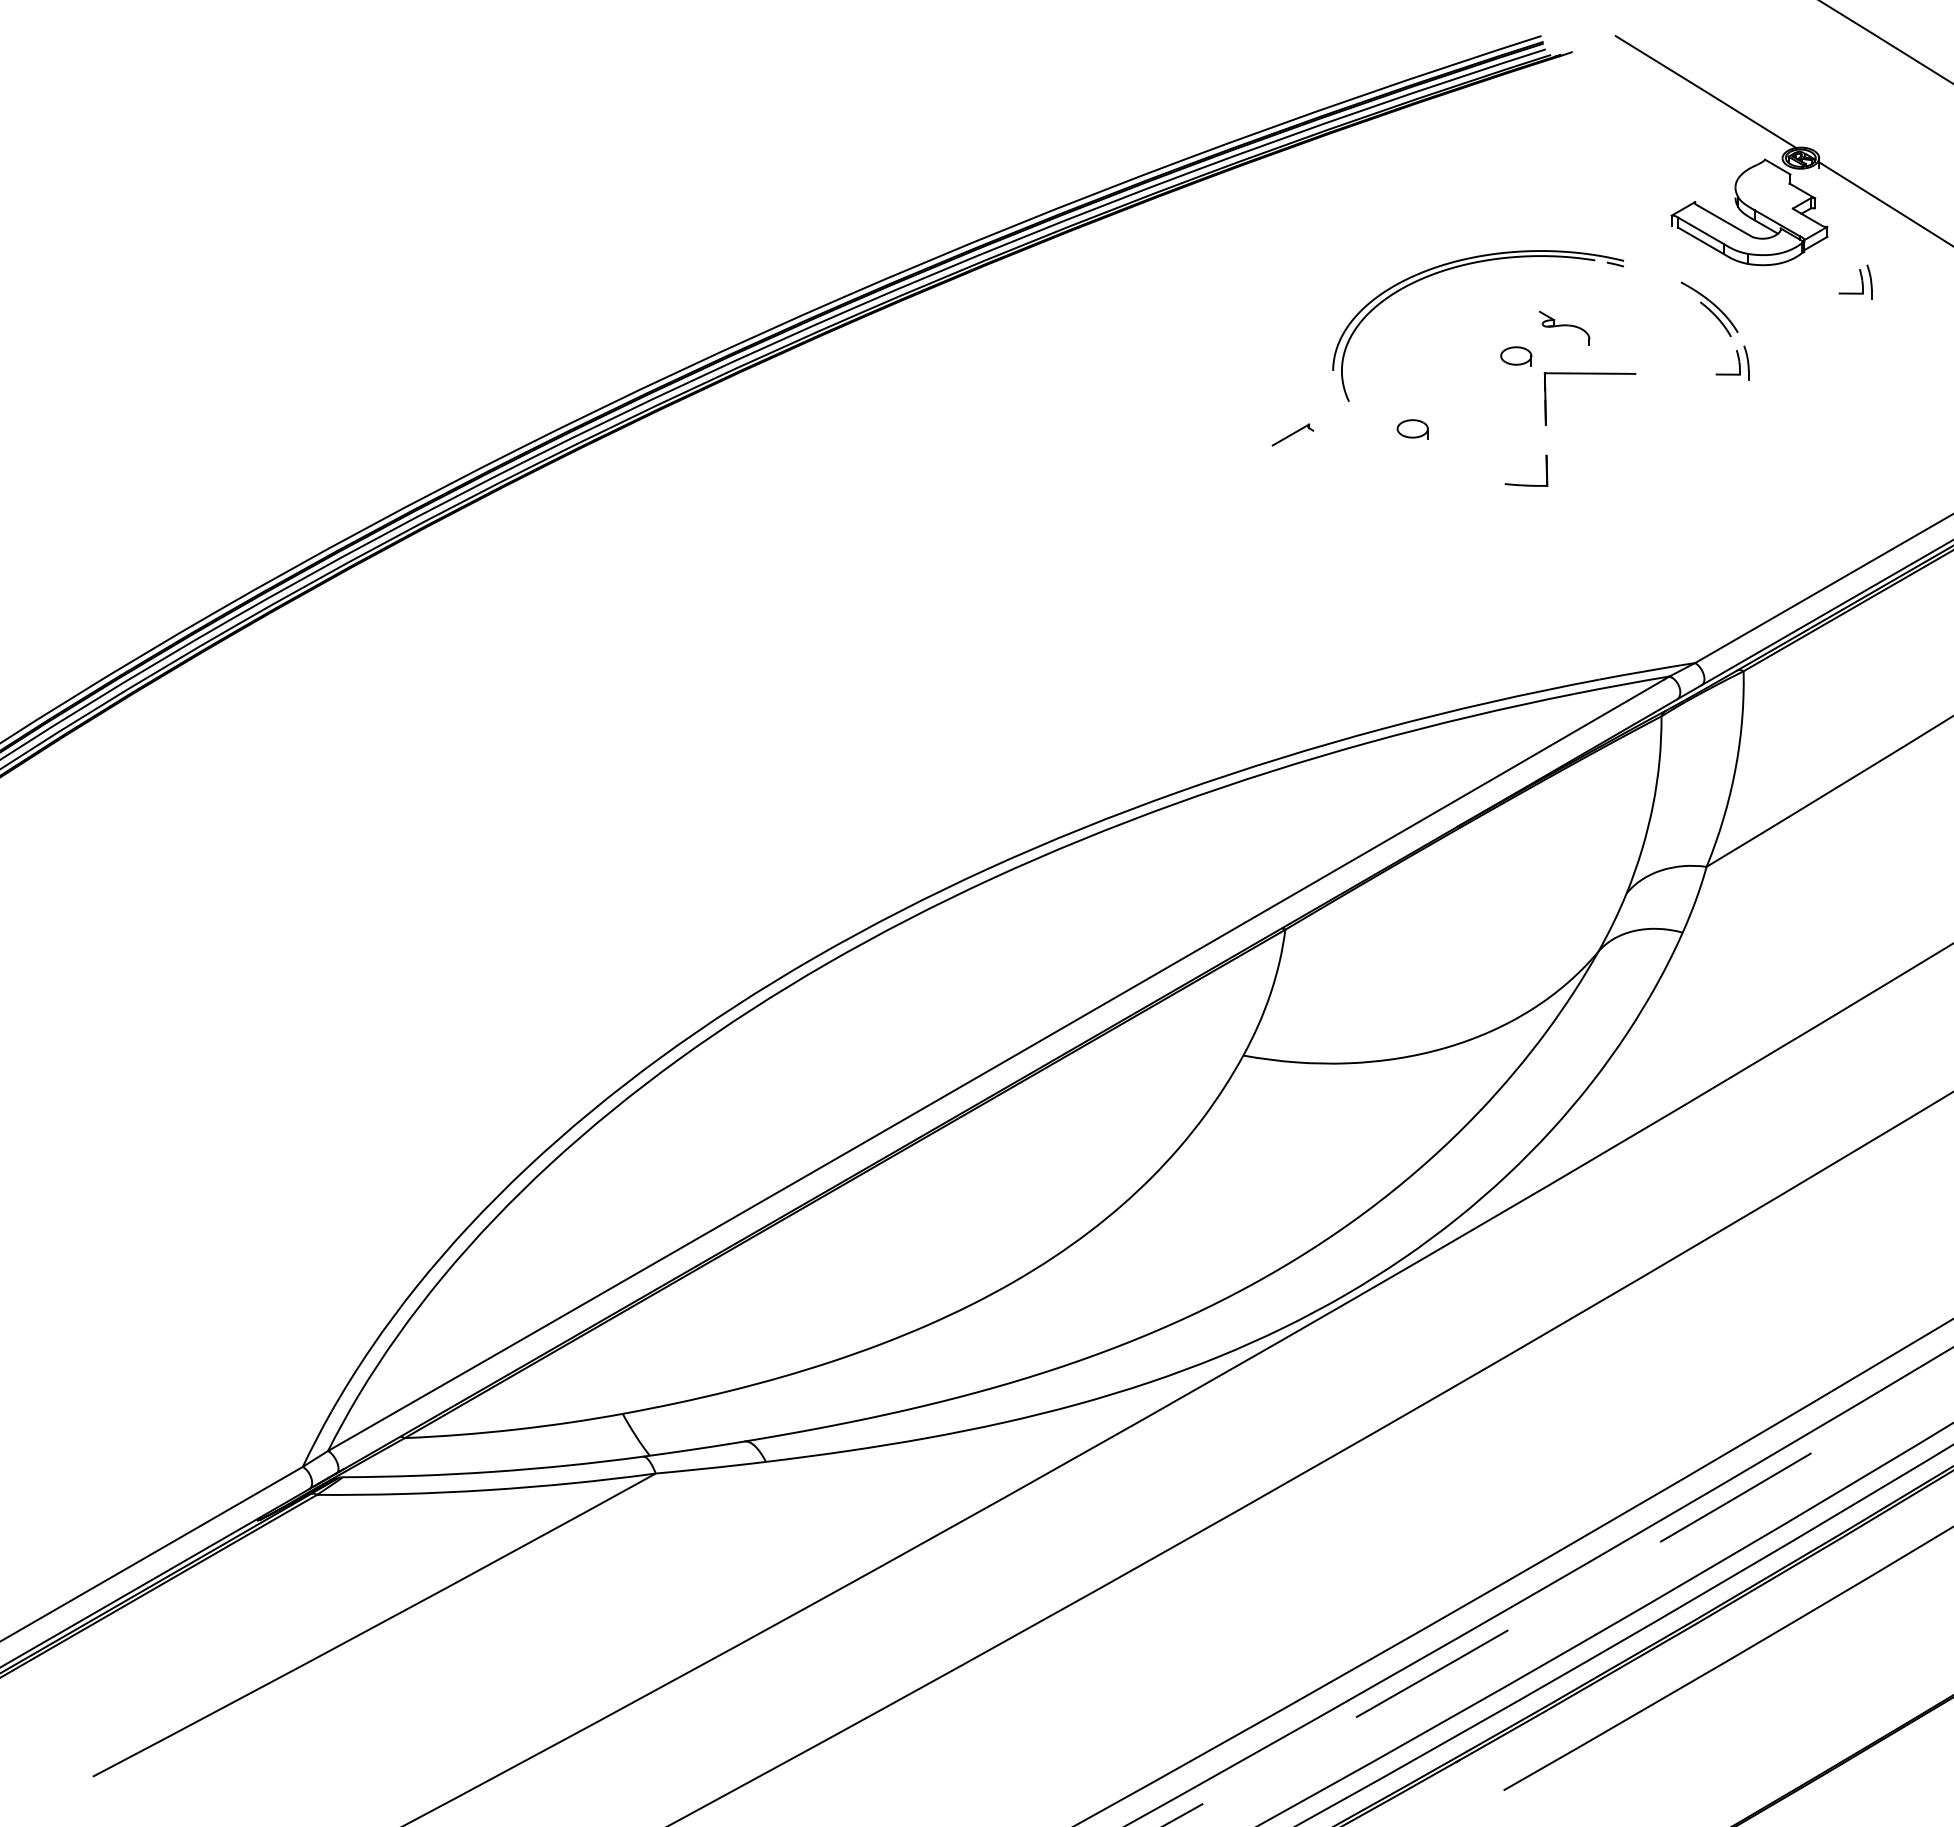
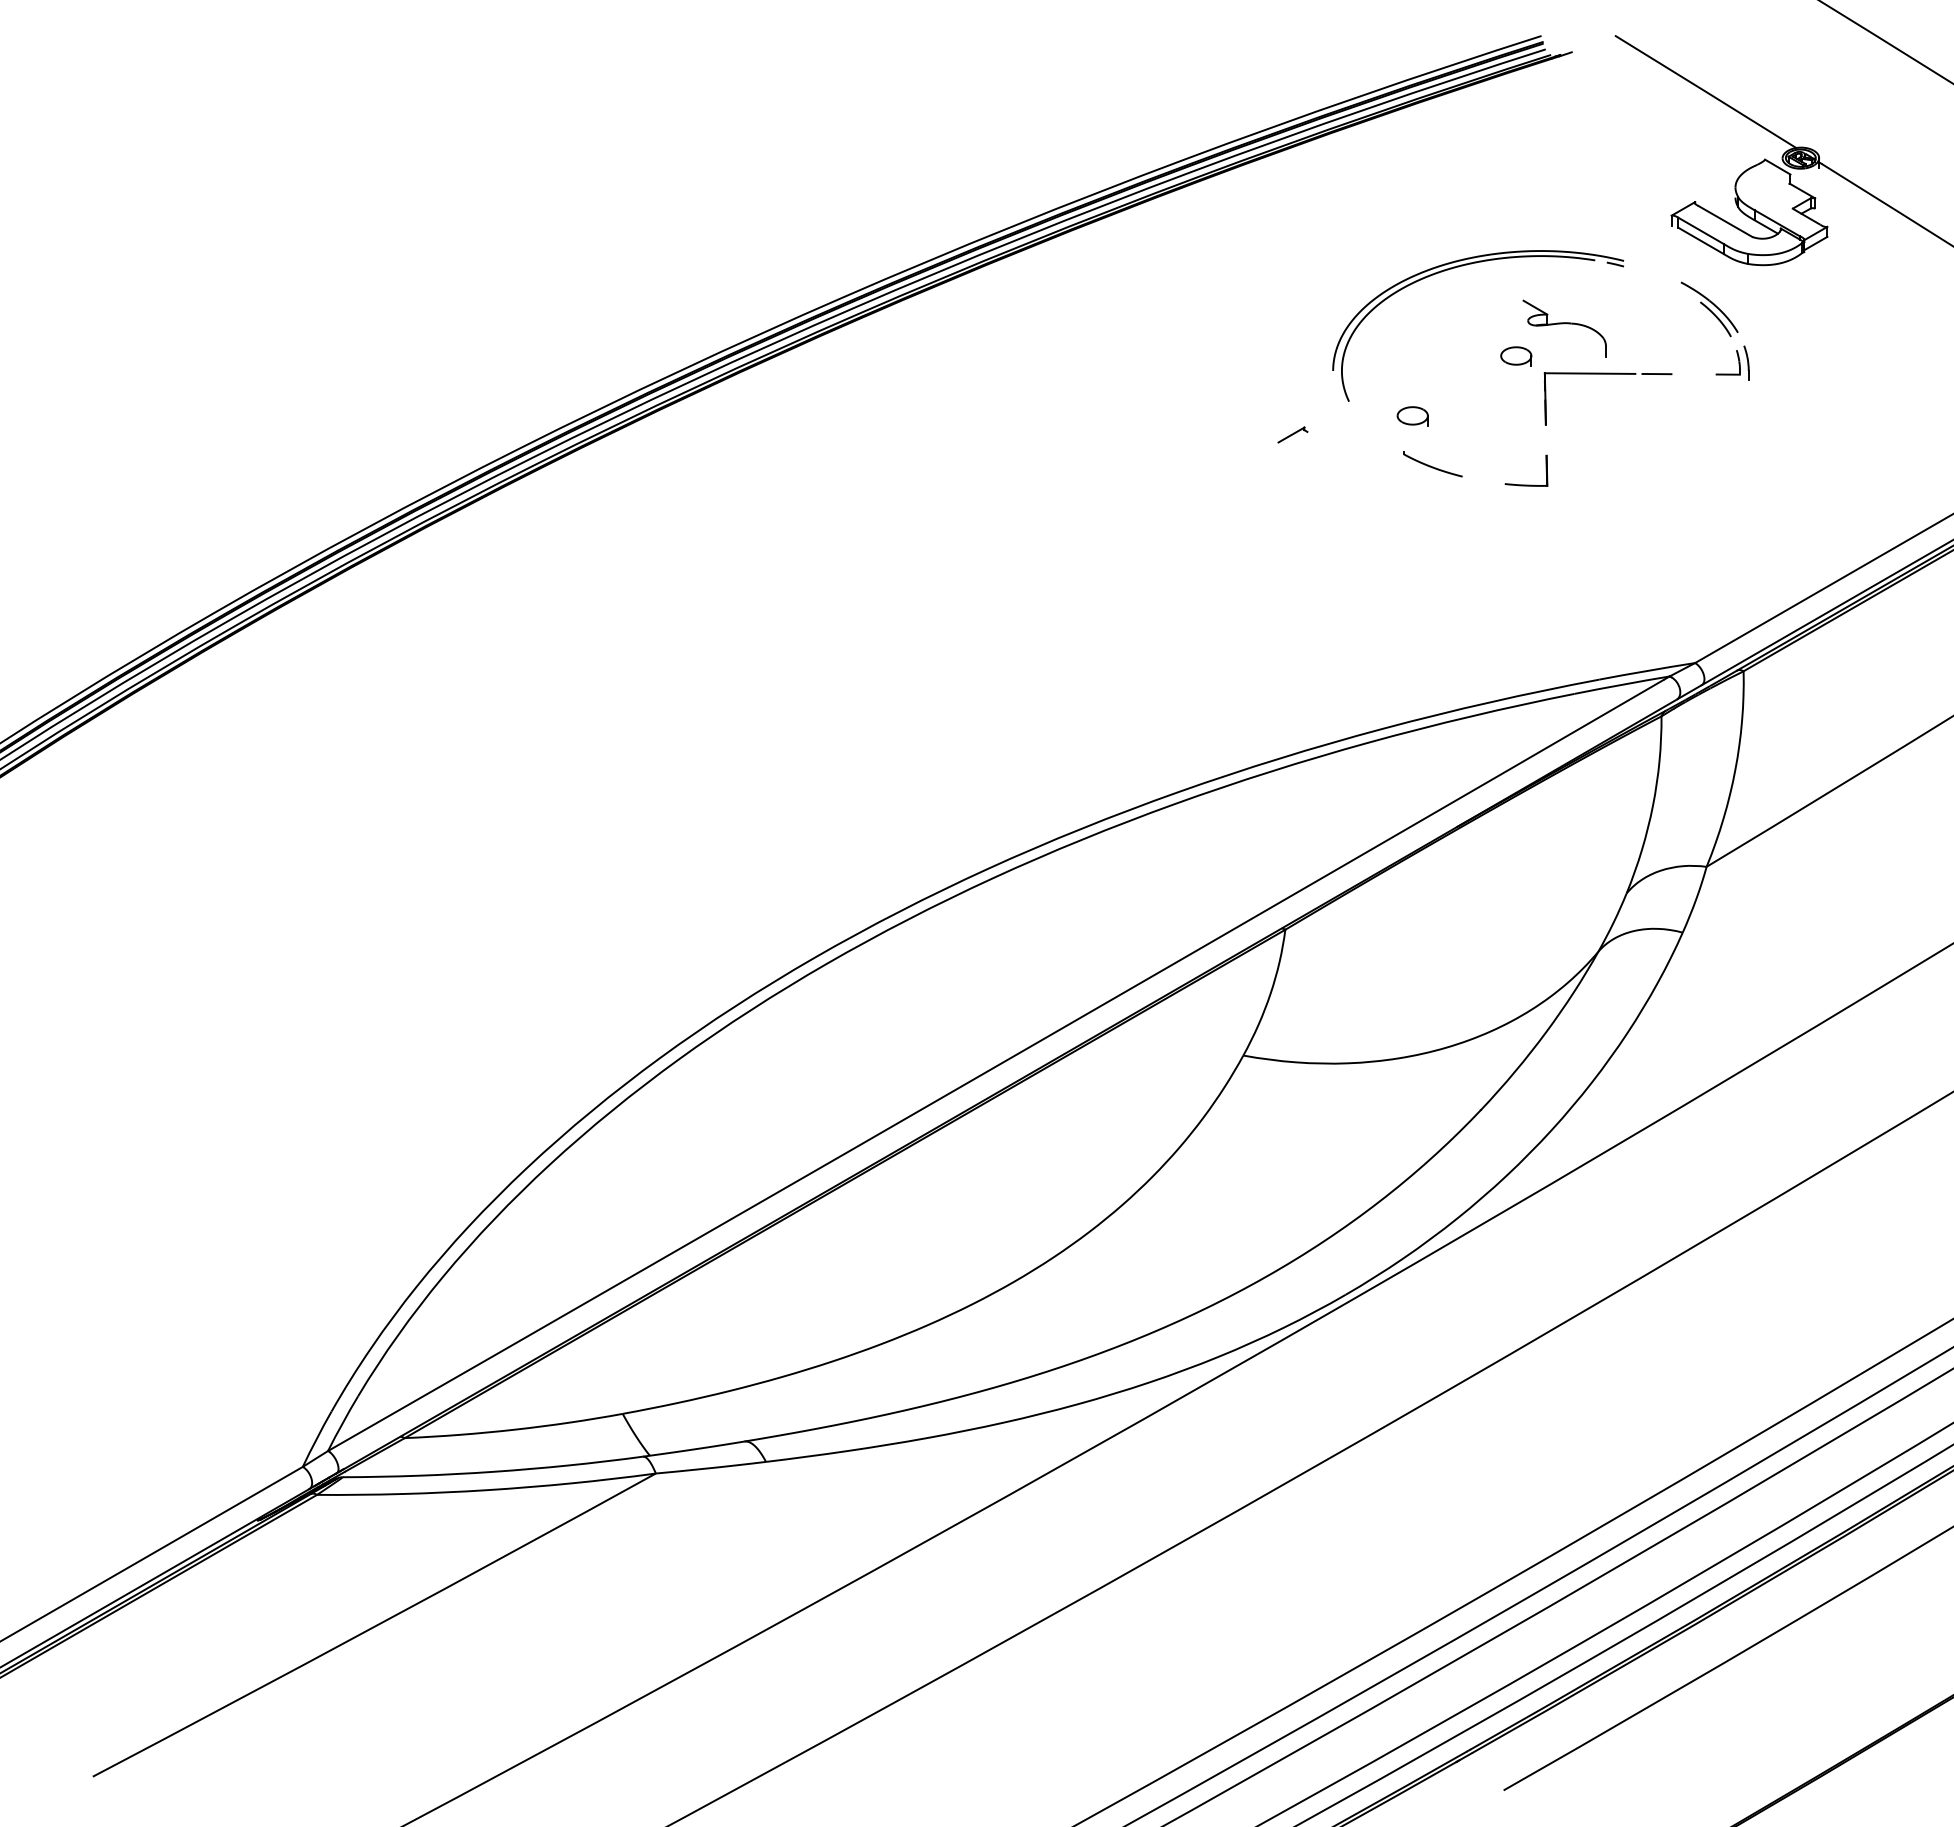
part at (1855, 281): present -> none
part at (1564, 327) size: 52x36 px -> 85x59 px
line at (1656, 373): none -> present
part at (1412, 429) position: (1412, 429) -> (1412, 416)
part at (1292, 434) size: 44x24 px -> 32x18 px
part at (1432, 464): none -> present
arc at (1560, 1600): dashed -> solid
